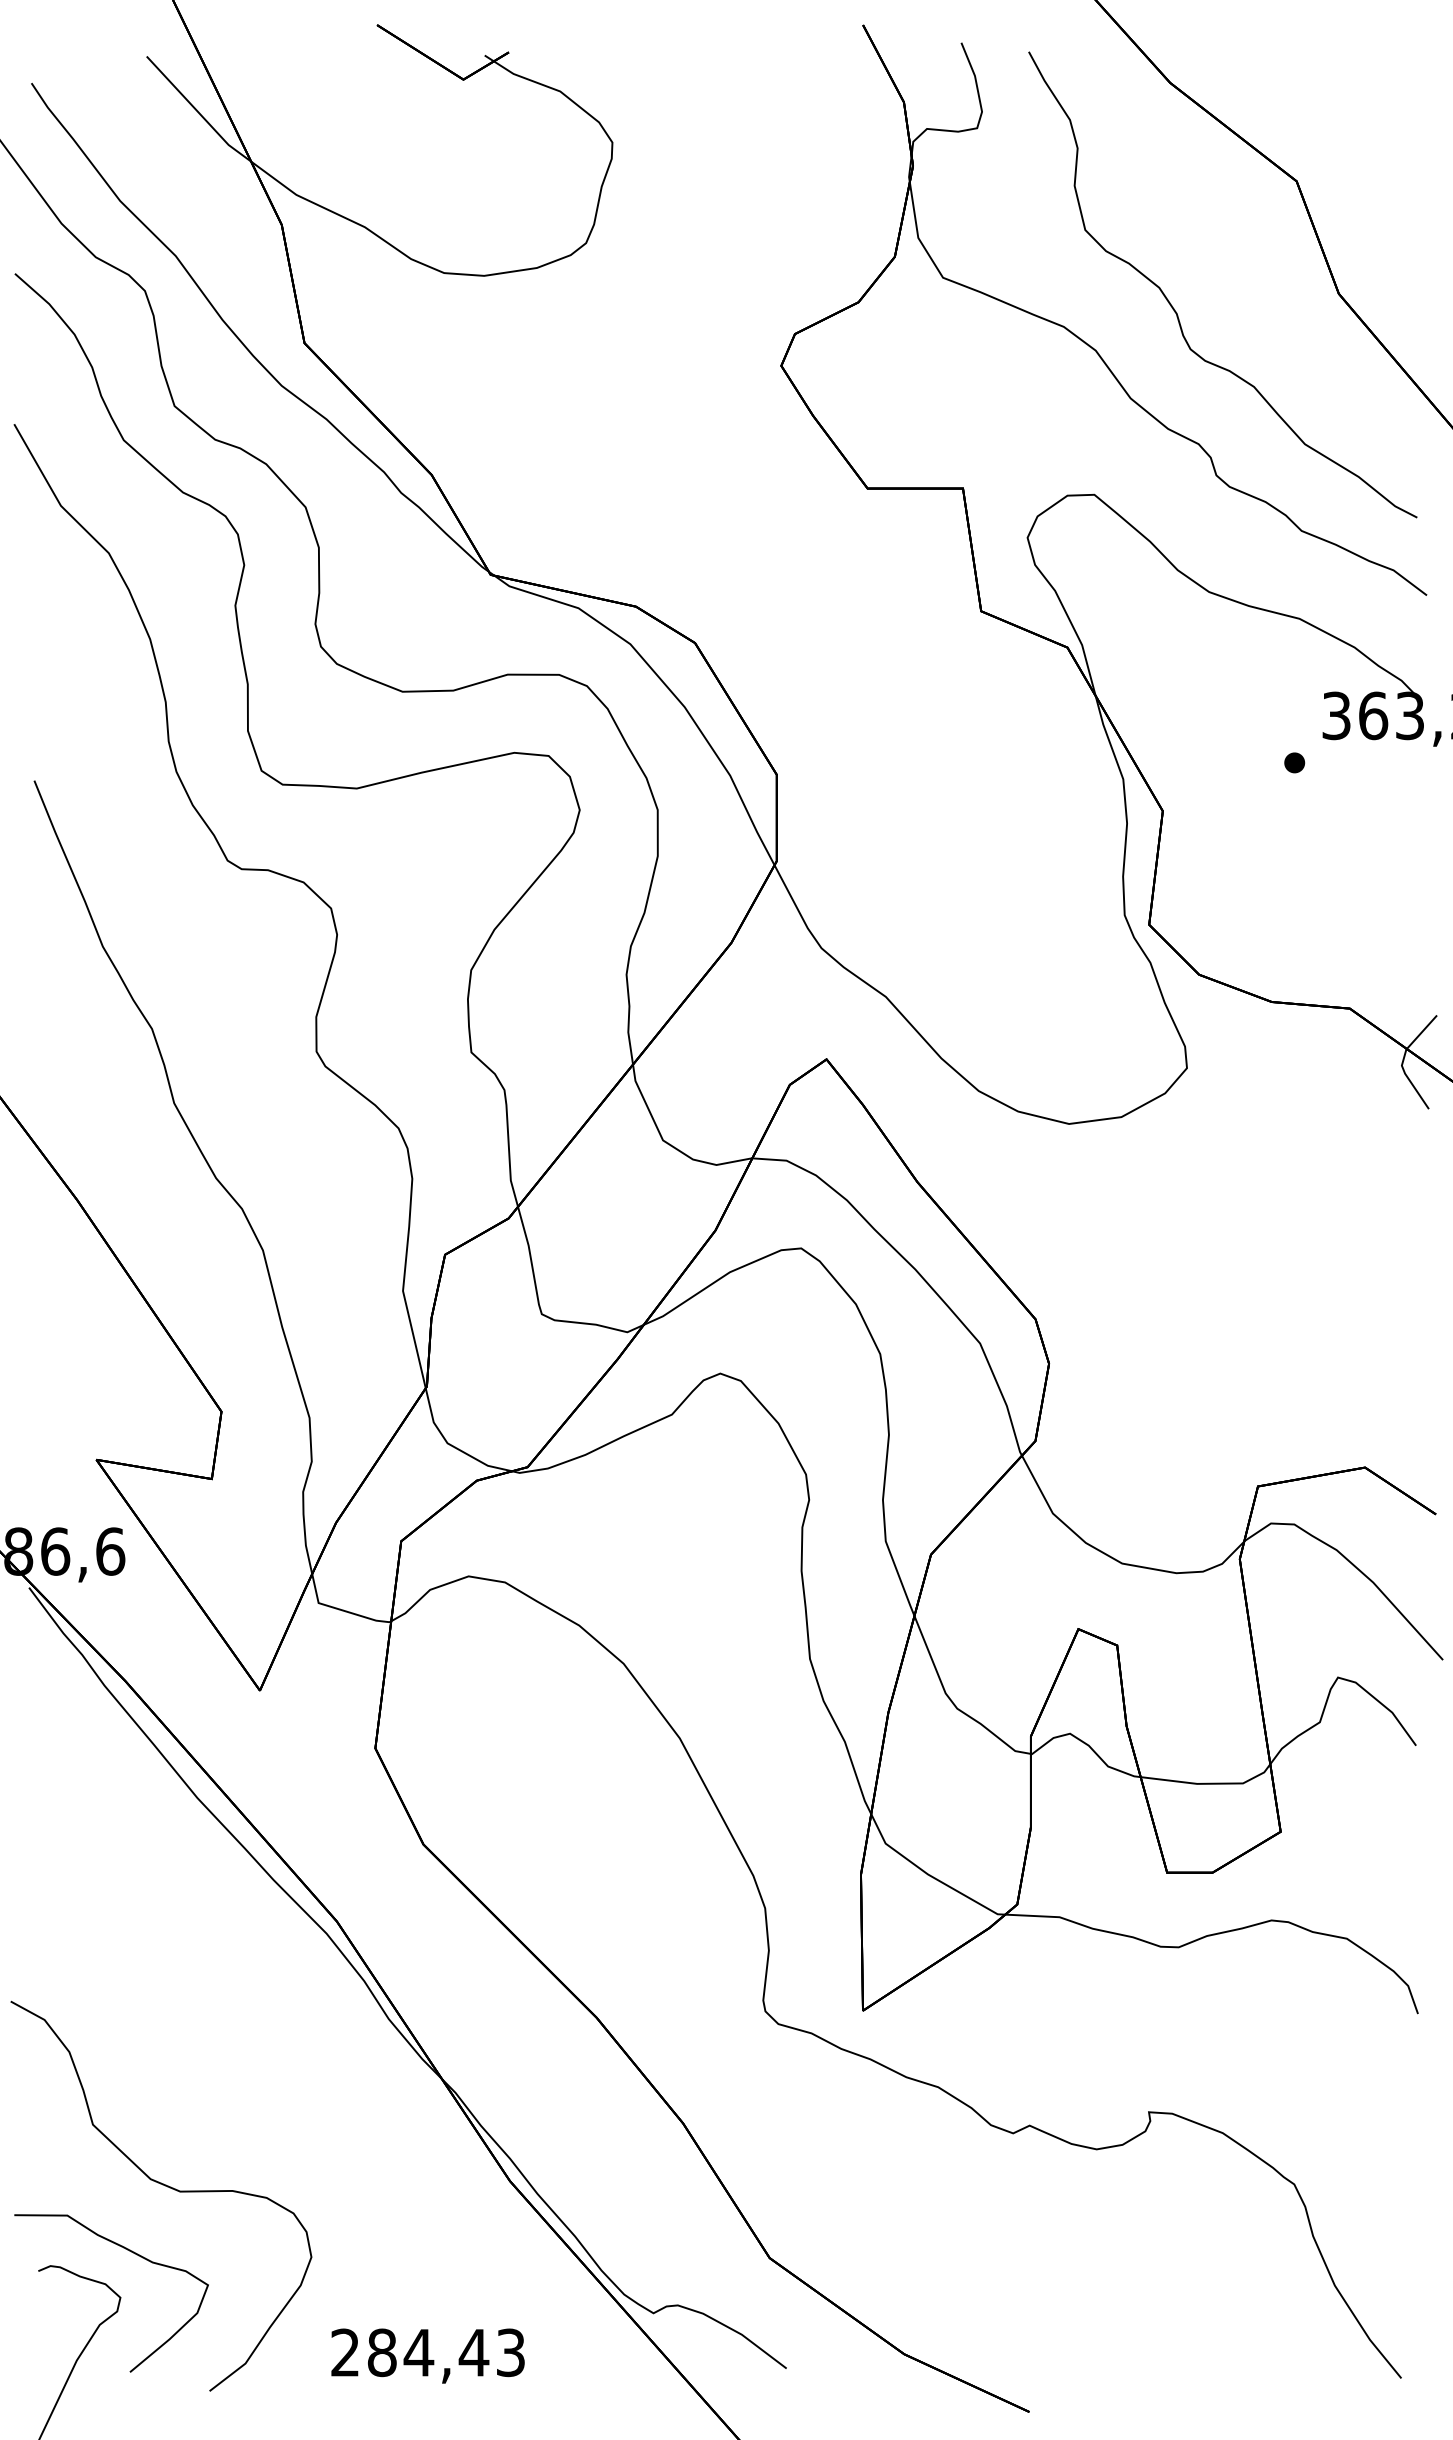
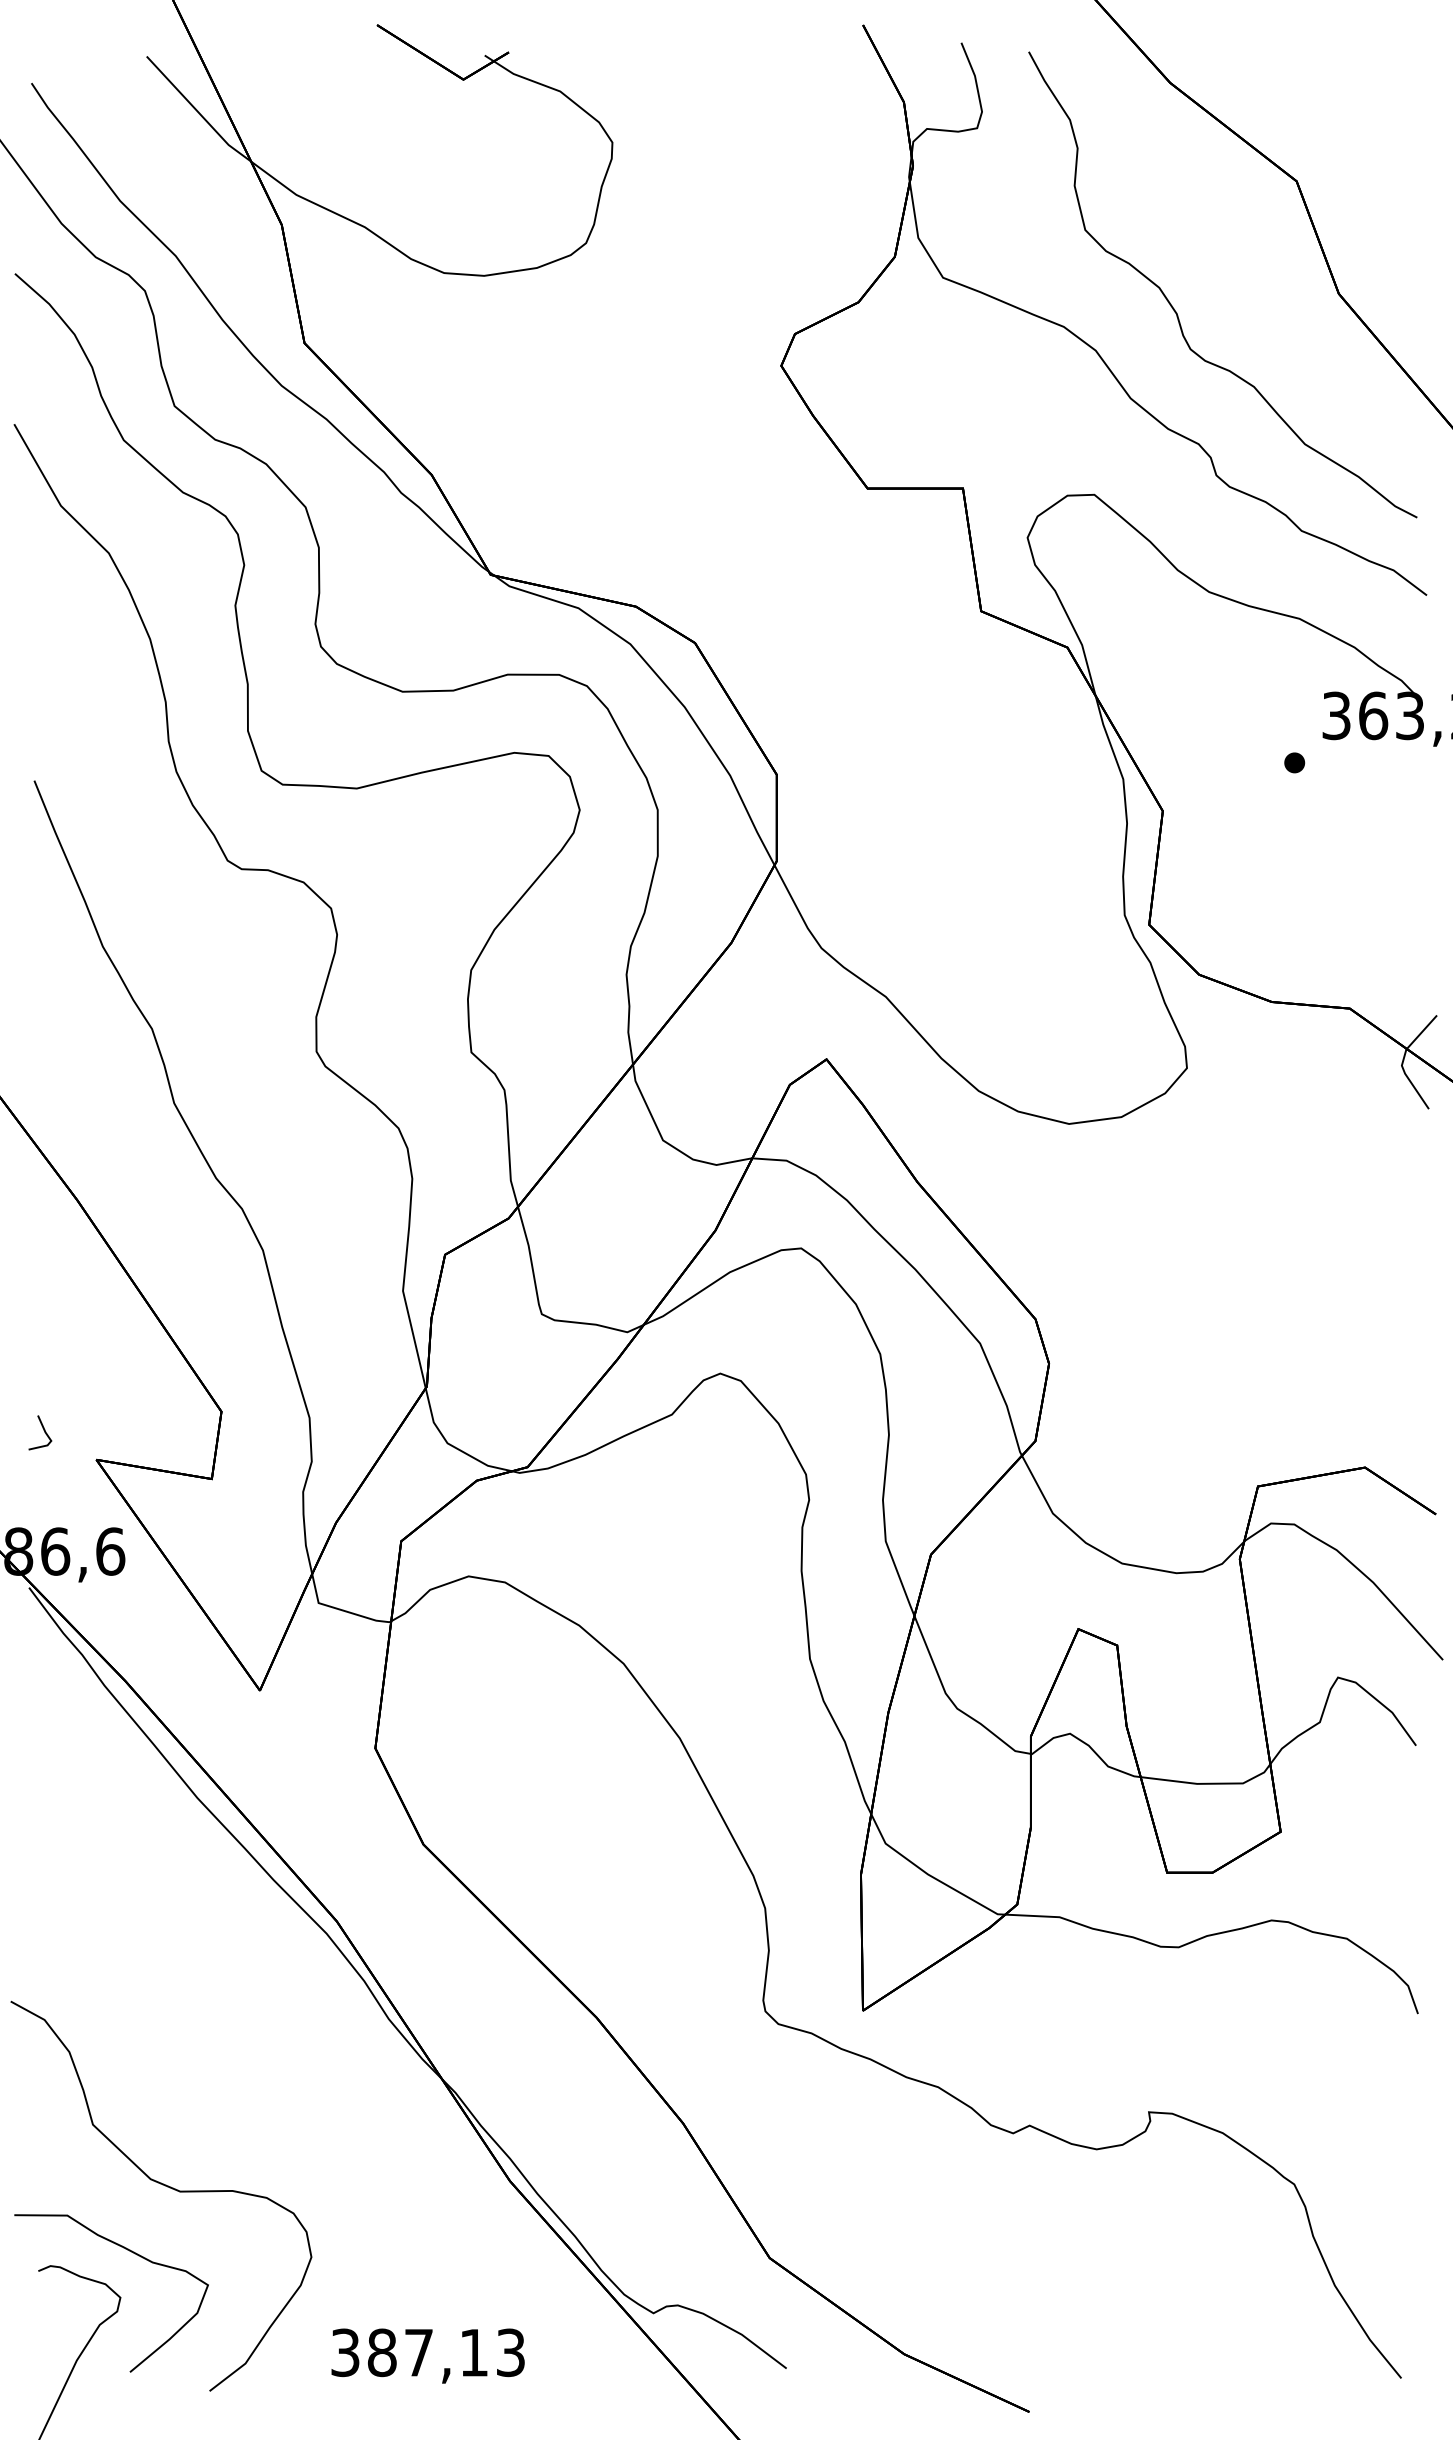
line at (43, 1430): none -> present
text at (410, 2352): 284,43 -> 387,13
